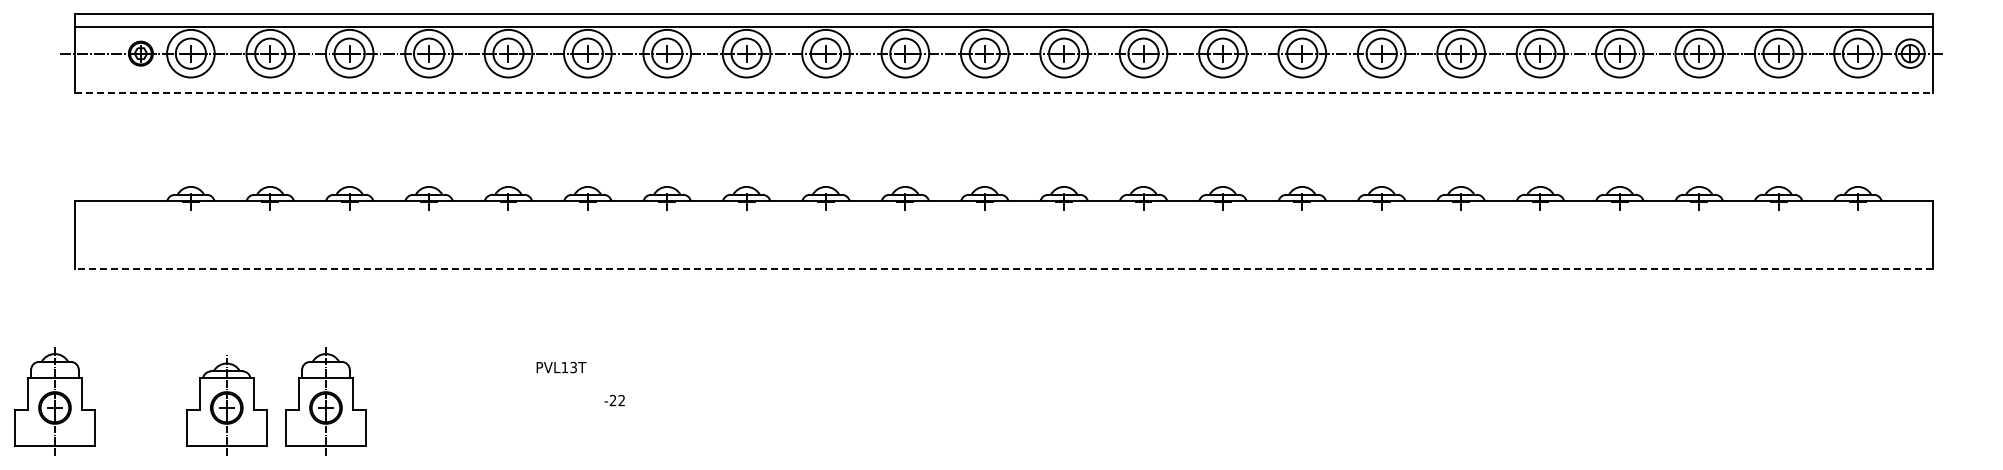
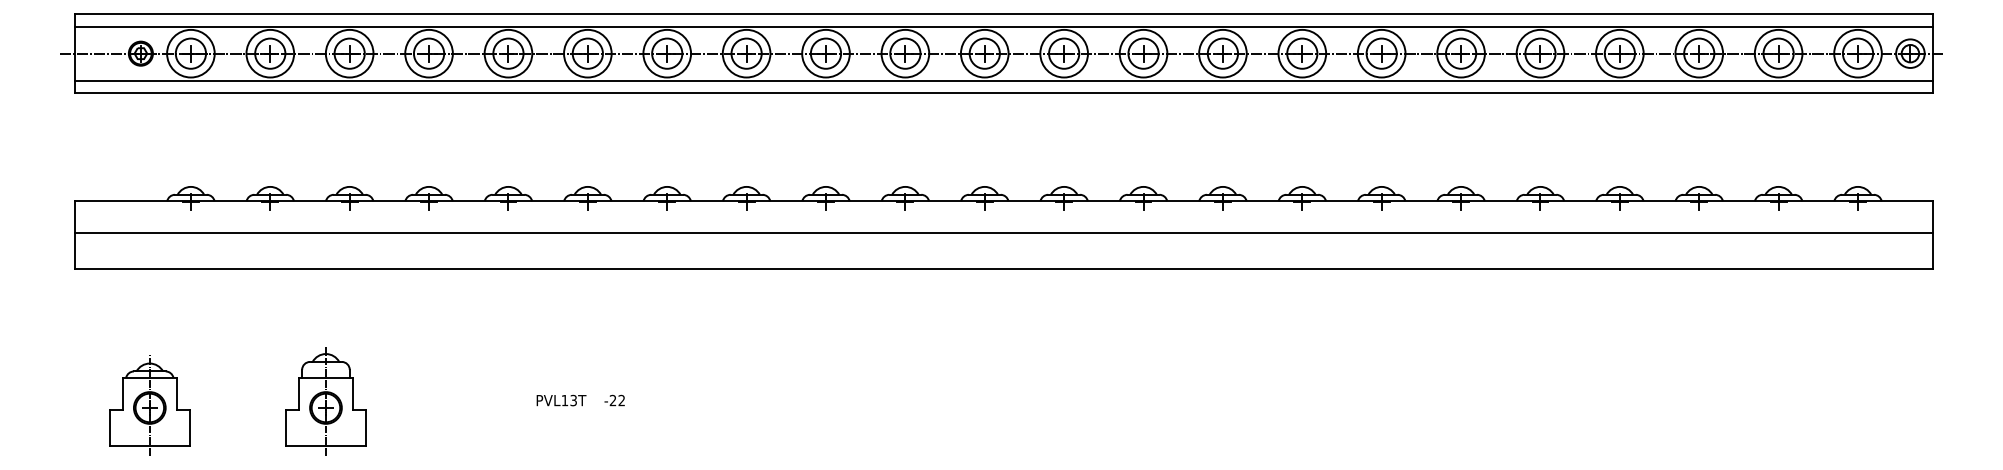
line at (1003, 80): none -> present
line at (1003, 93): dashed -> solid
line at (1003, 232): none -> present
line at (1003, 269): dashed -> solid
text at (561, 367) position: (561, 367) -> (561, 400)
part at (54, 401): present -> none
part at (226, 405) position: (226, 405) -> (149, 405)
